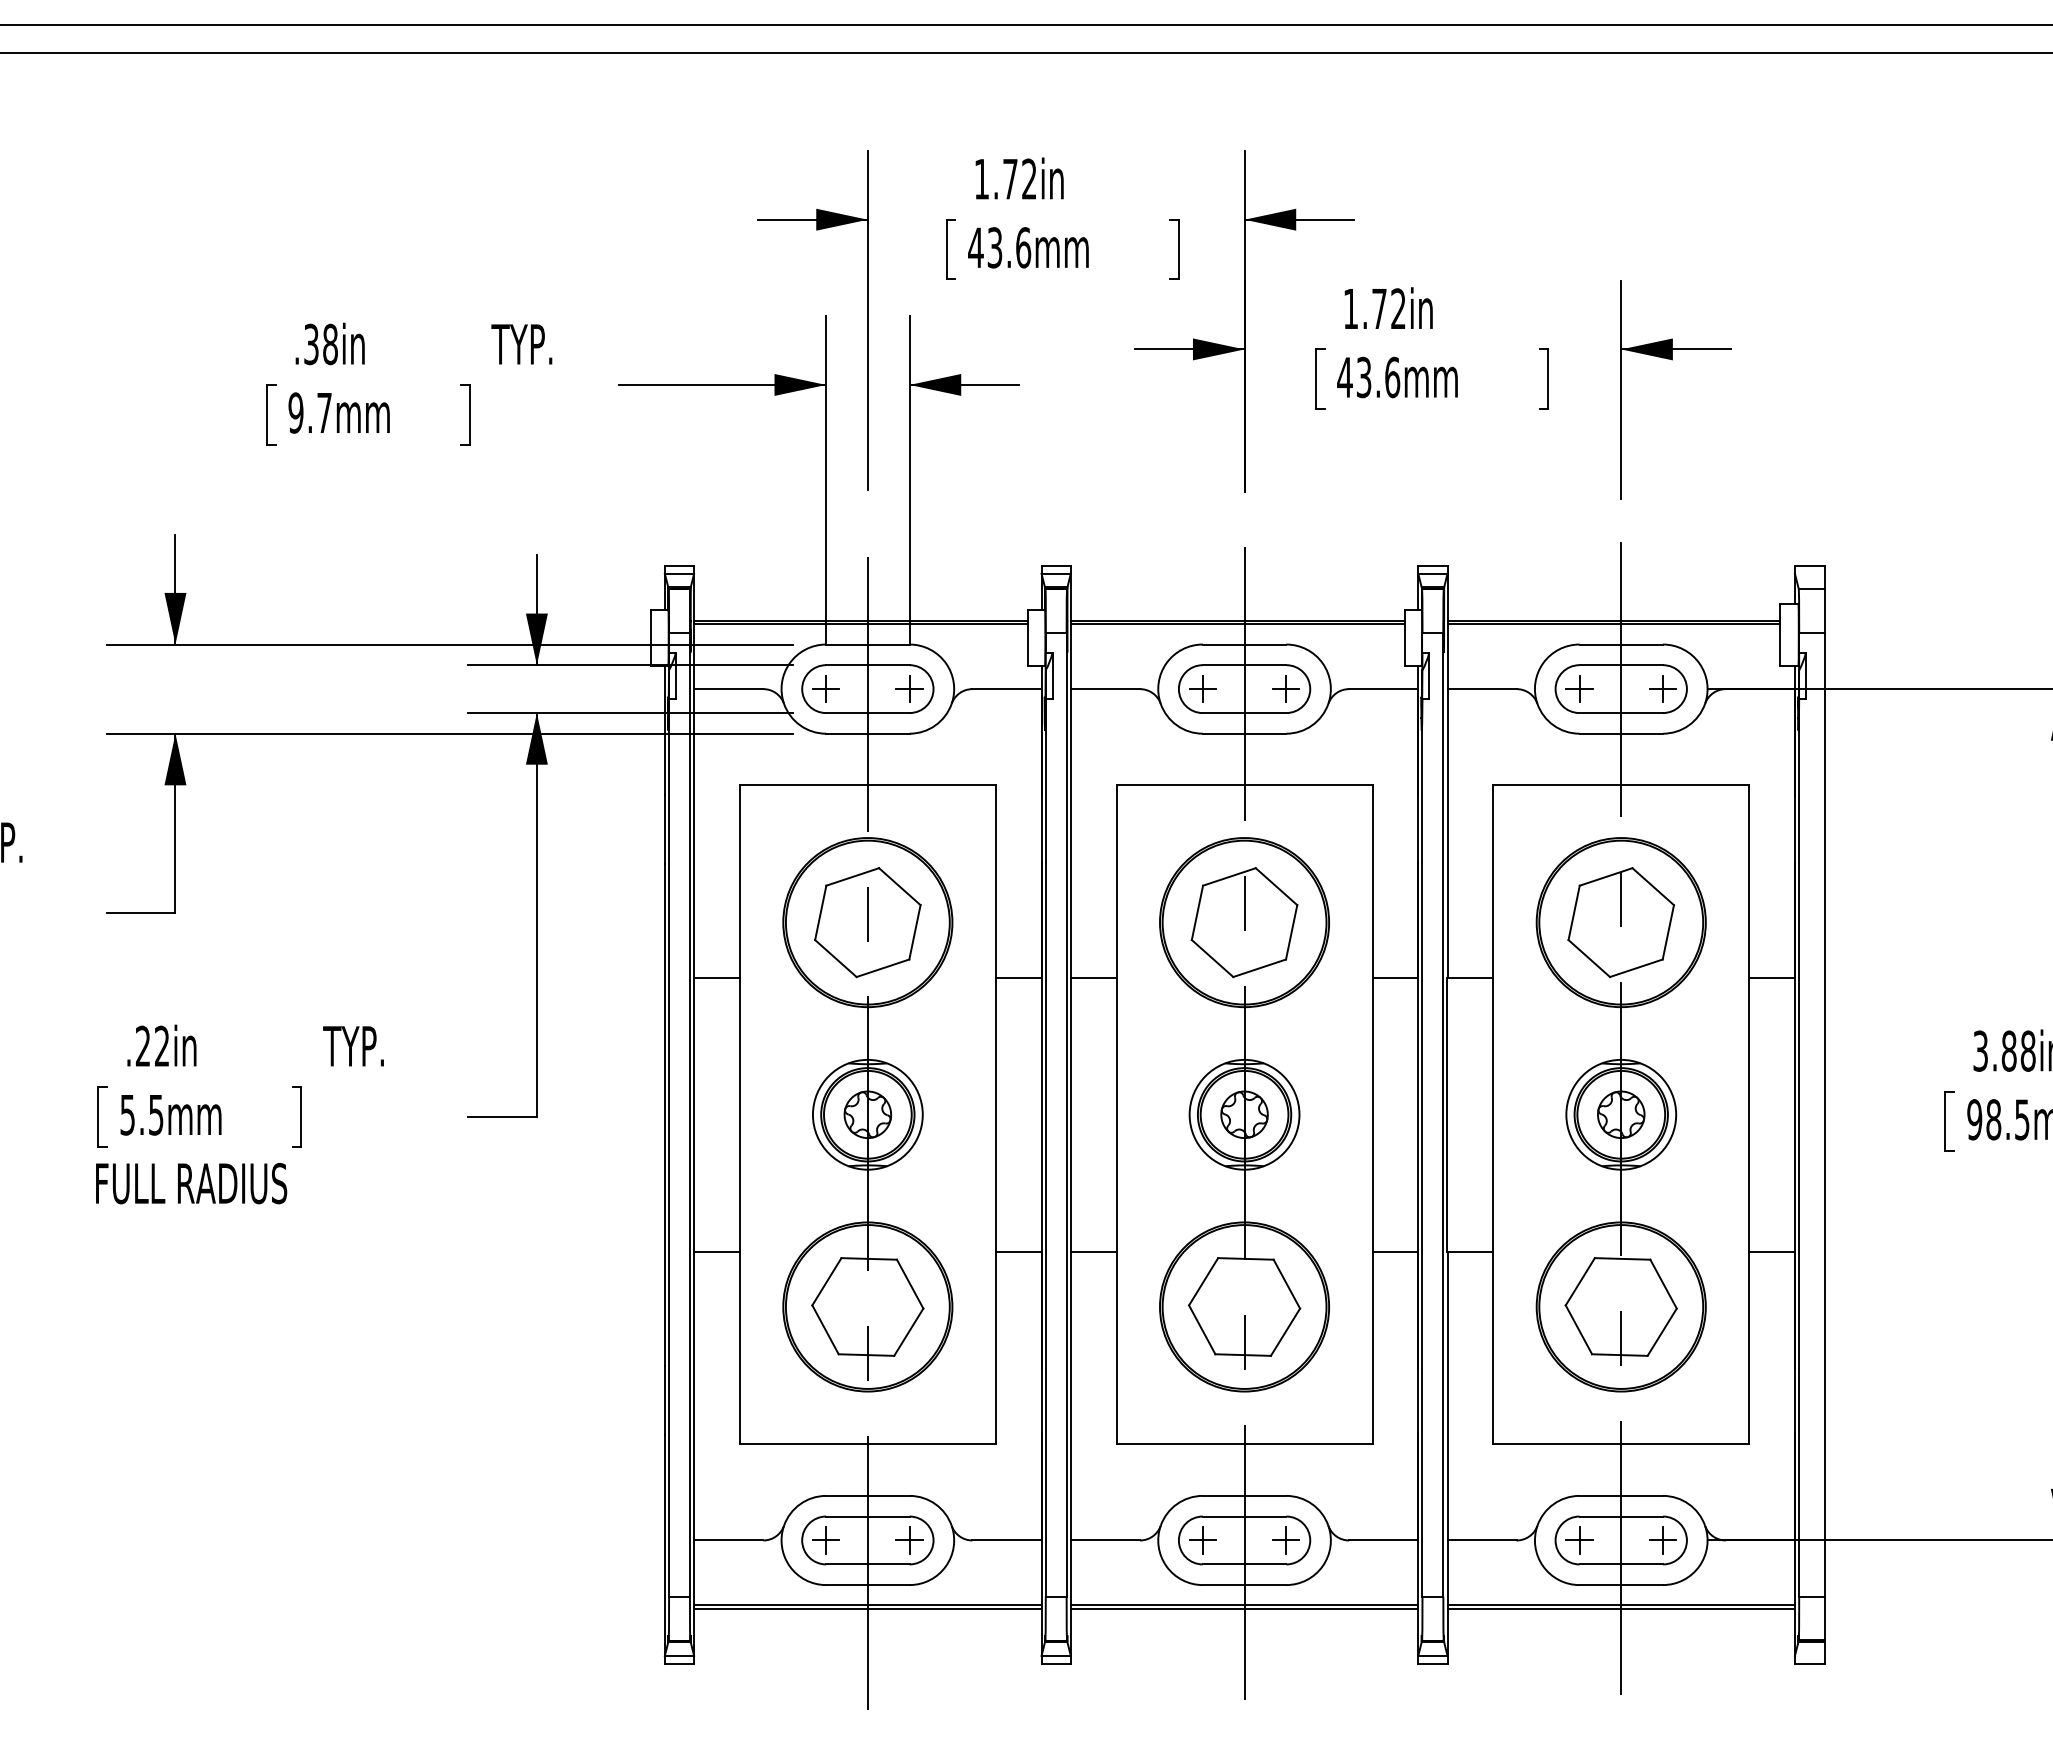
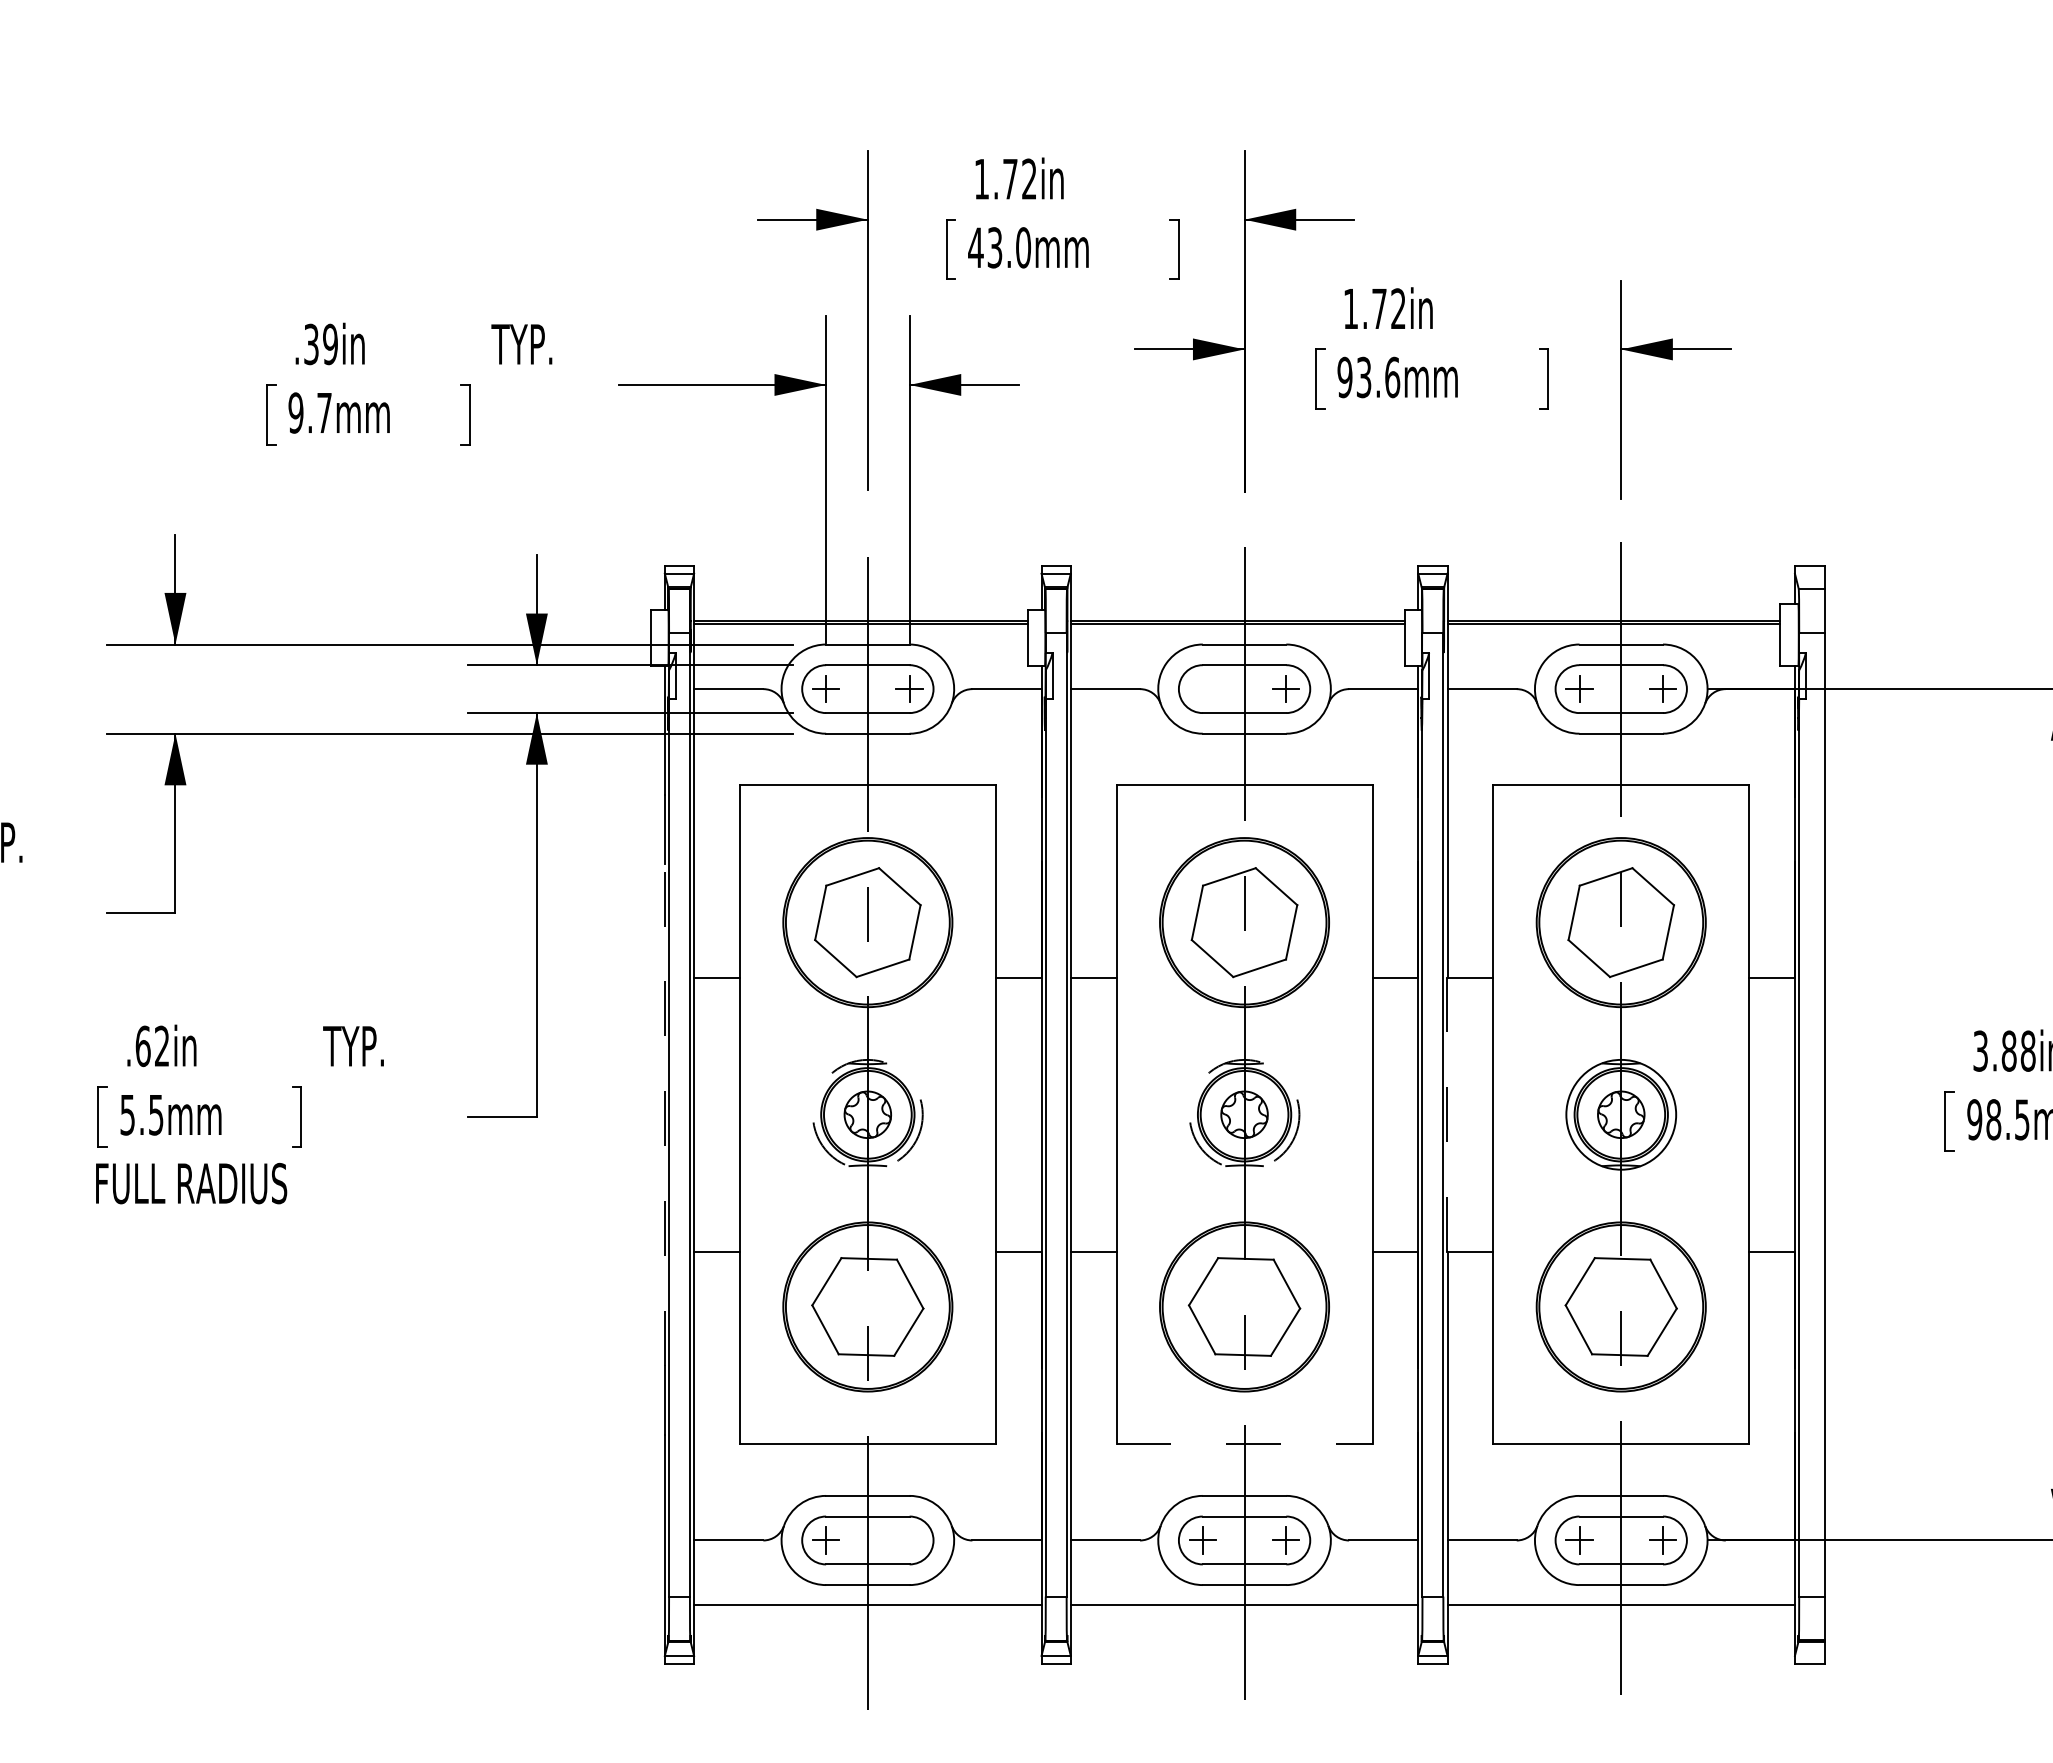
line at (1025, 25): present -> none
line at (1025, 52): present -> none
text at (1023, 247): 43.6mm -> 43.0mm
text at (330, 344): .38in -> .39in
text at (1344, 377): 43.6mm -> 93.6mm
part at (1202, 688): present -> none
text at (142, 1046): .22in -> .62in
line at (664, 1114): solid -> dashed
circle at (867, 1114): solid -> dashed
circle at (1244, 1114): solid -> dashed
line at (1447, 1115): solid -> dashed
line at (1245, 1444): solid -> dashed
part at (909, 1540): present -> none
line at (867, 1609): present -> none
line at (1244, 1609): present -> none
line at (1620, 1609): present -> none
